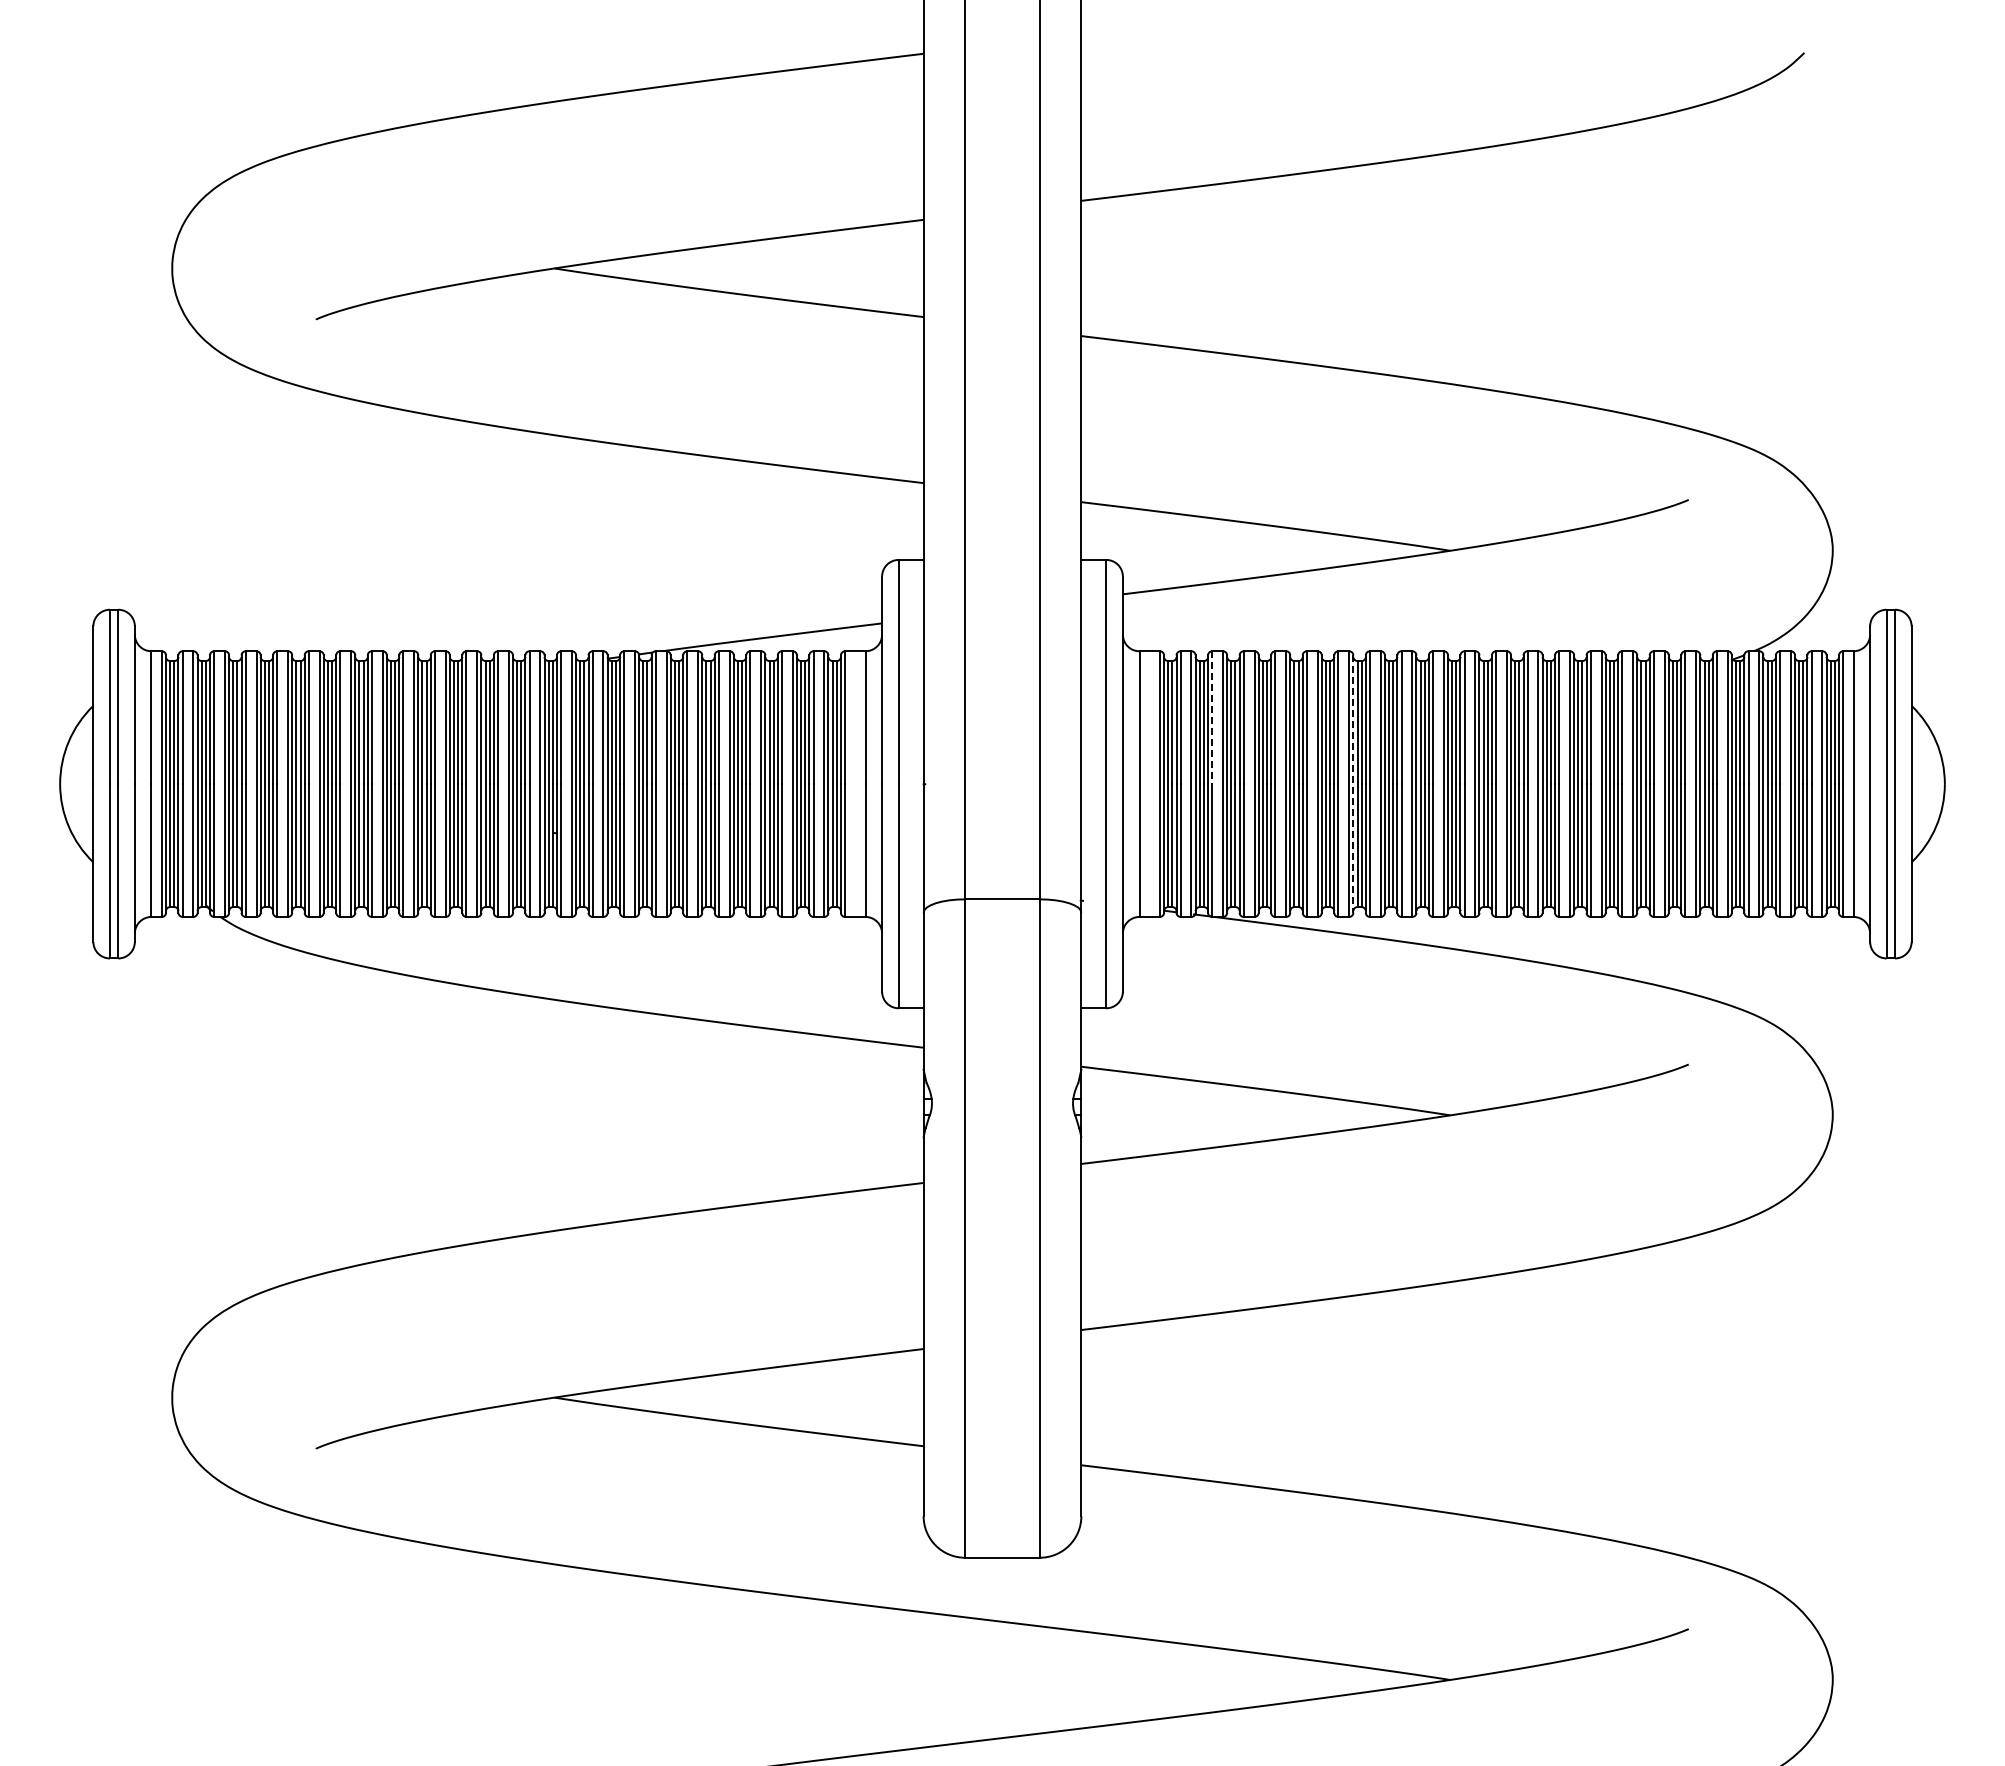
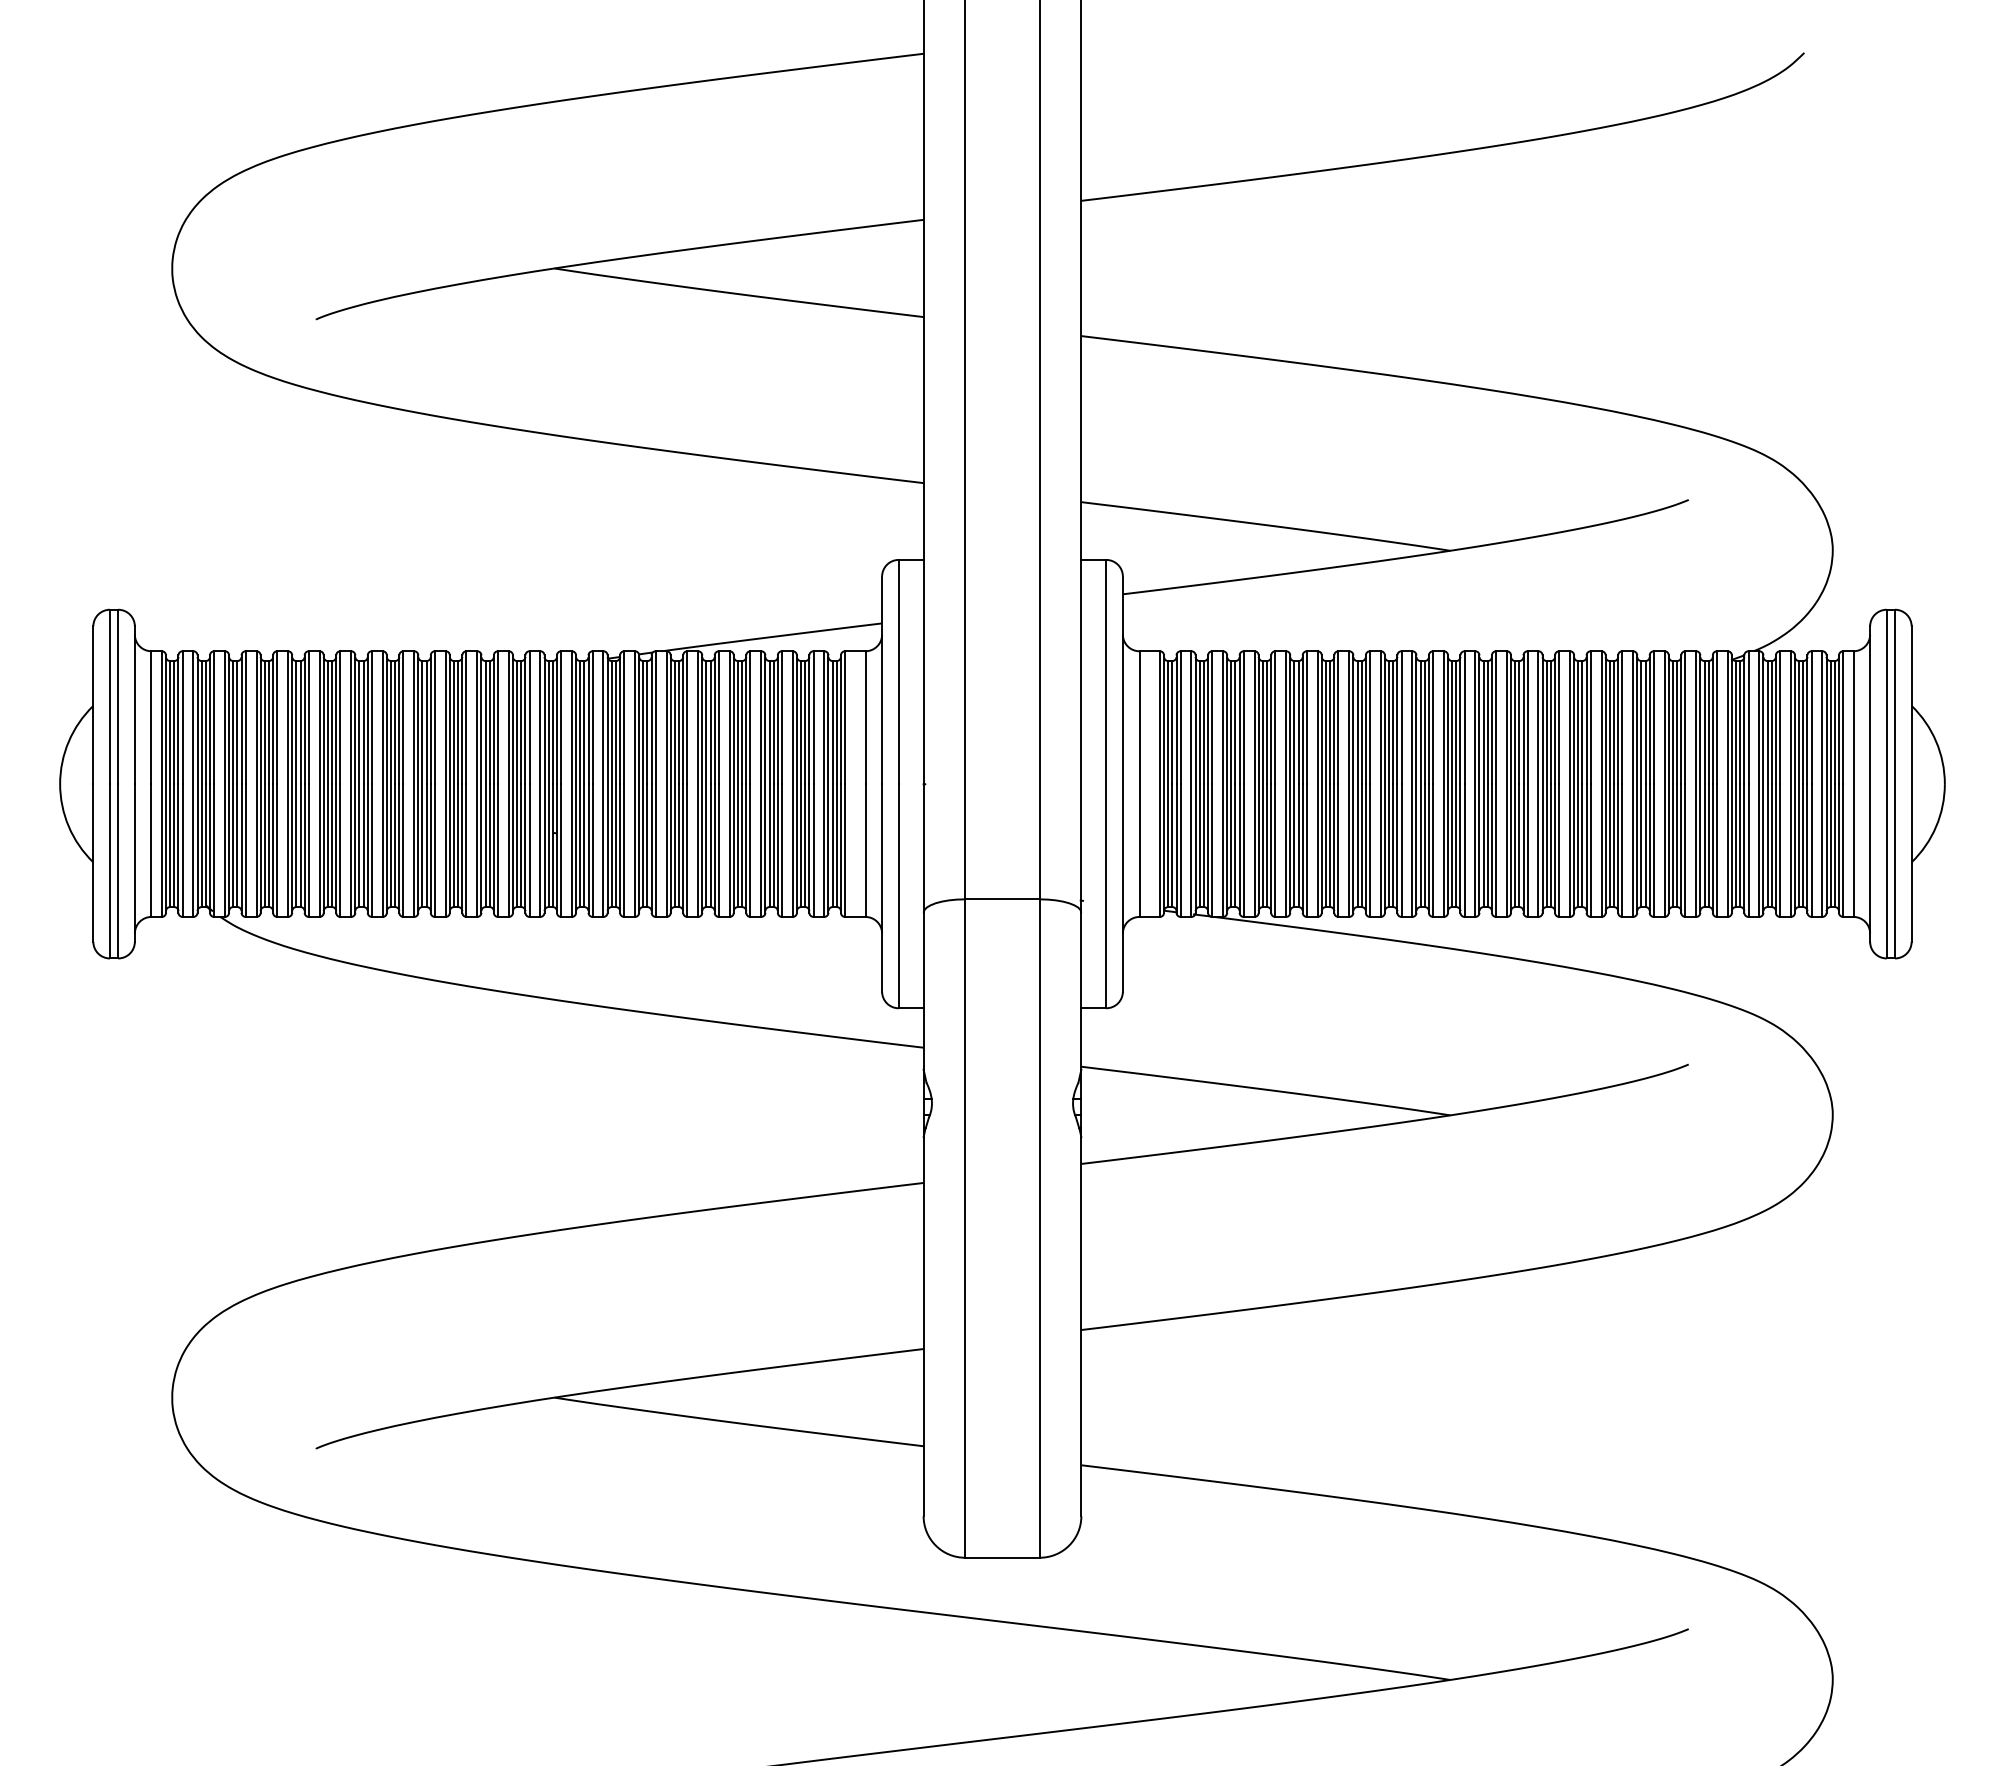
line at (1212, 718): dashed -> solid
line at (1353, 784): dashed -> solid
